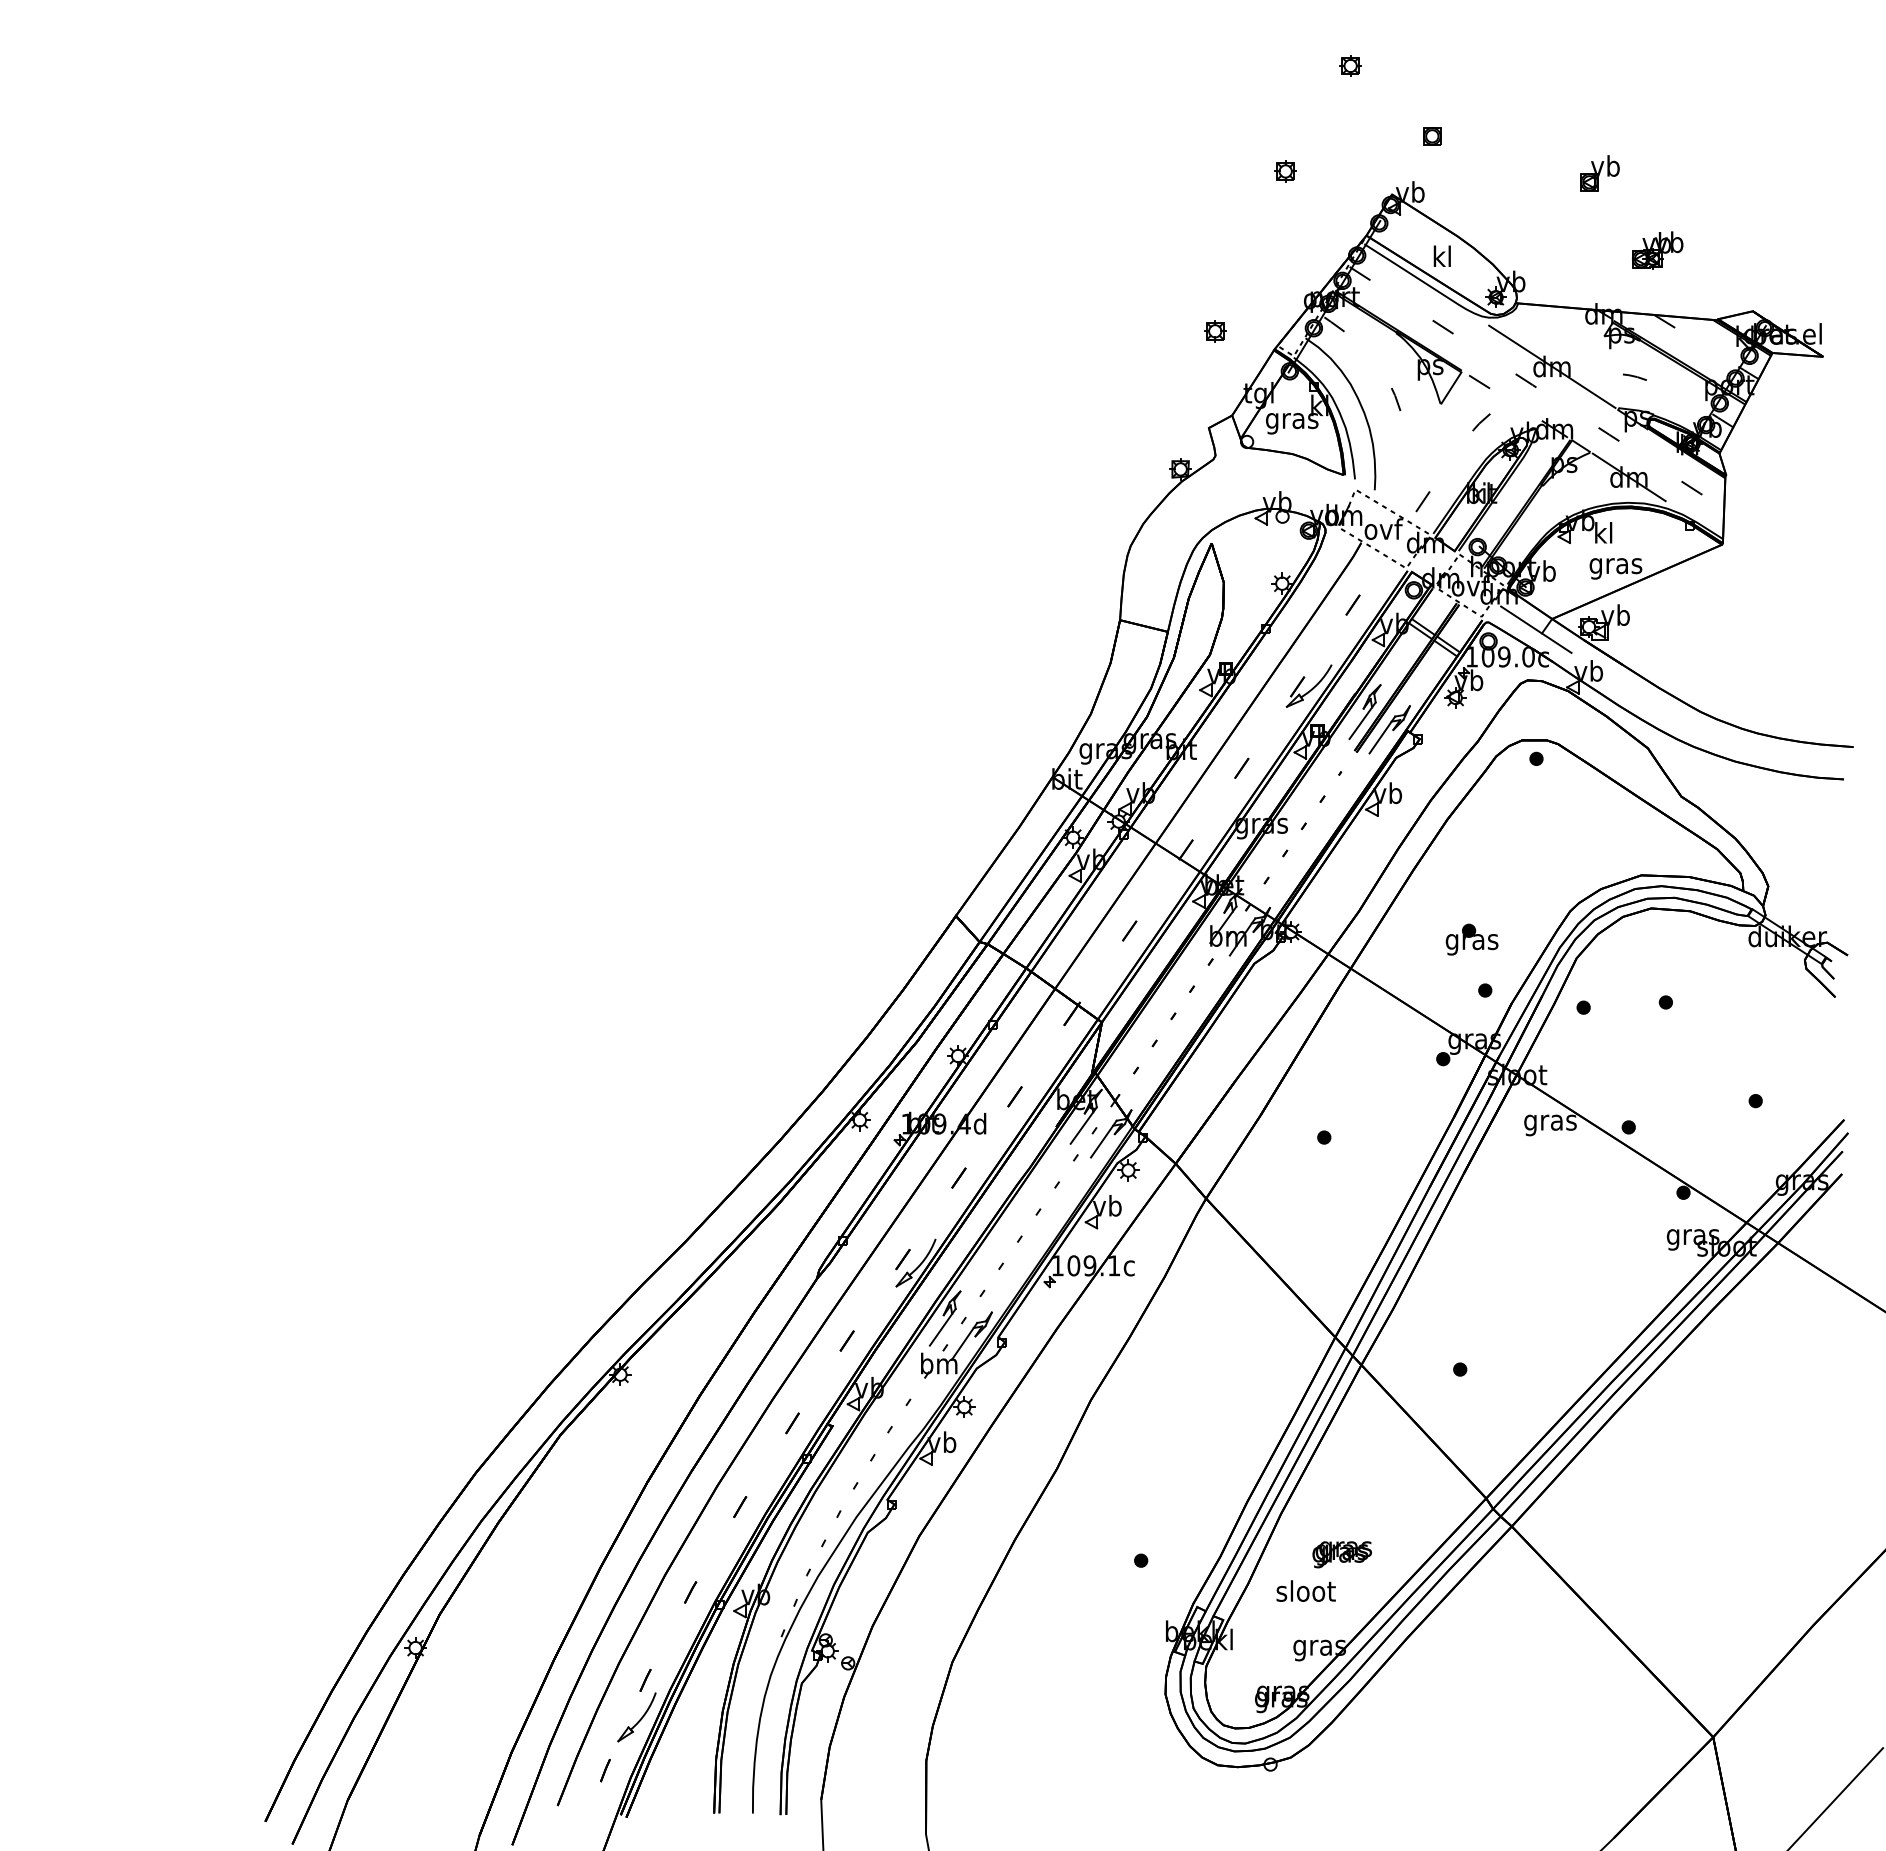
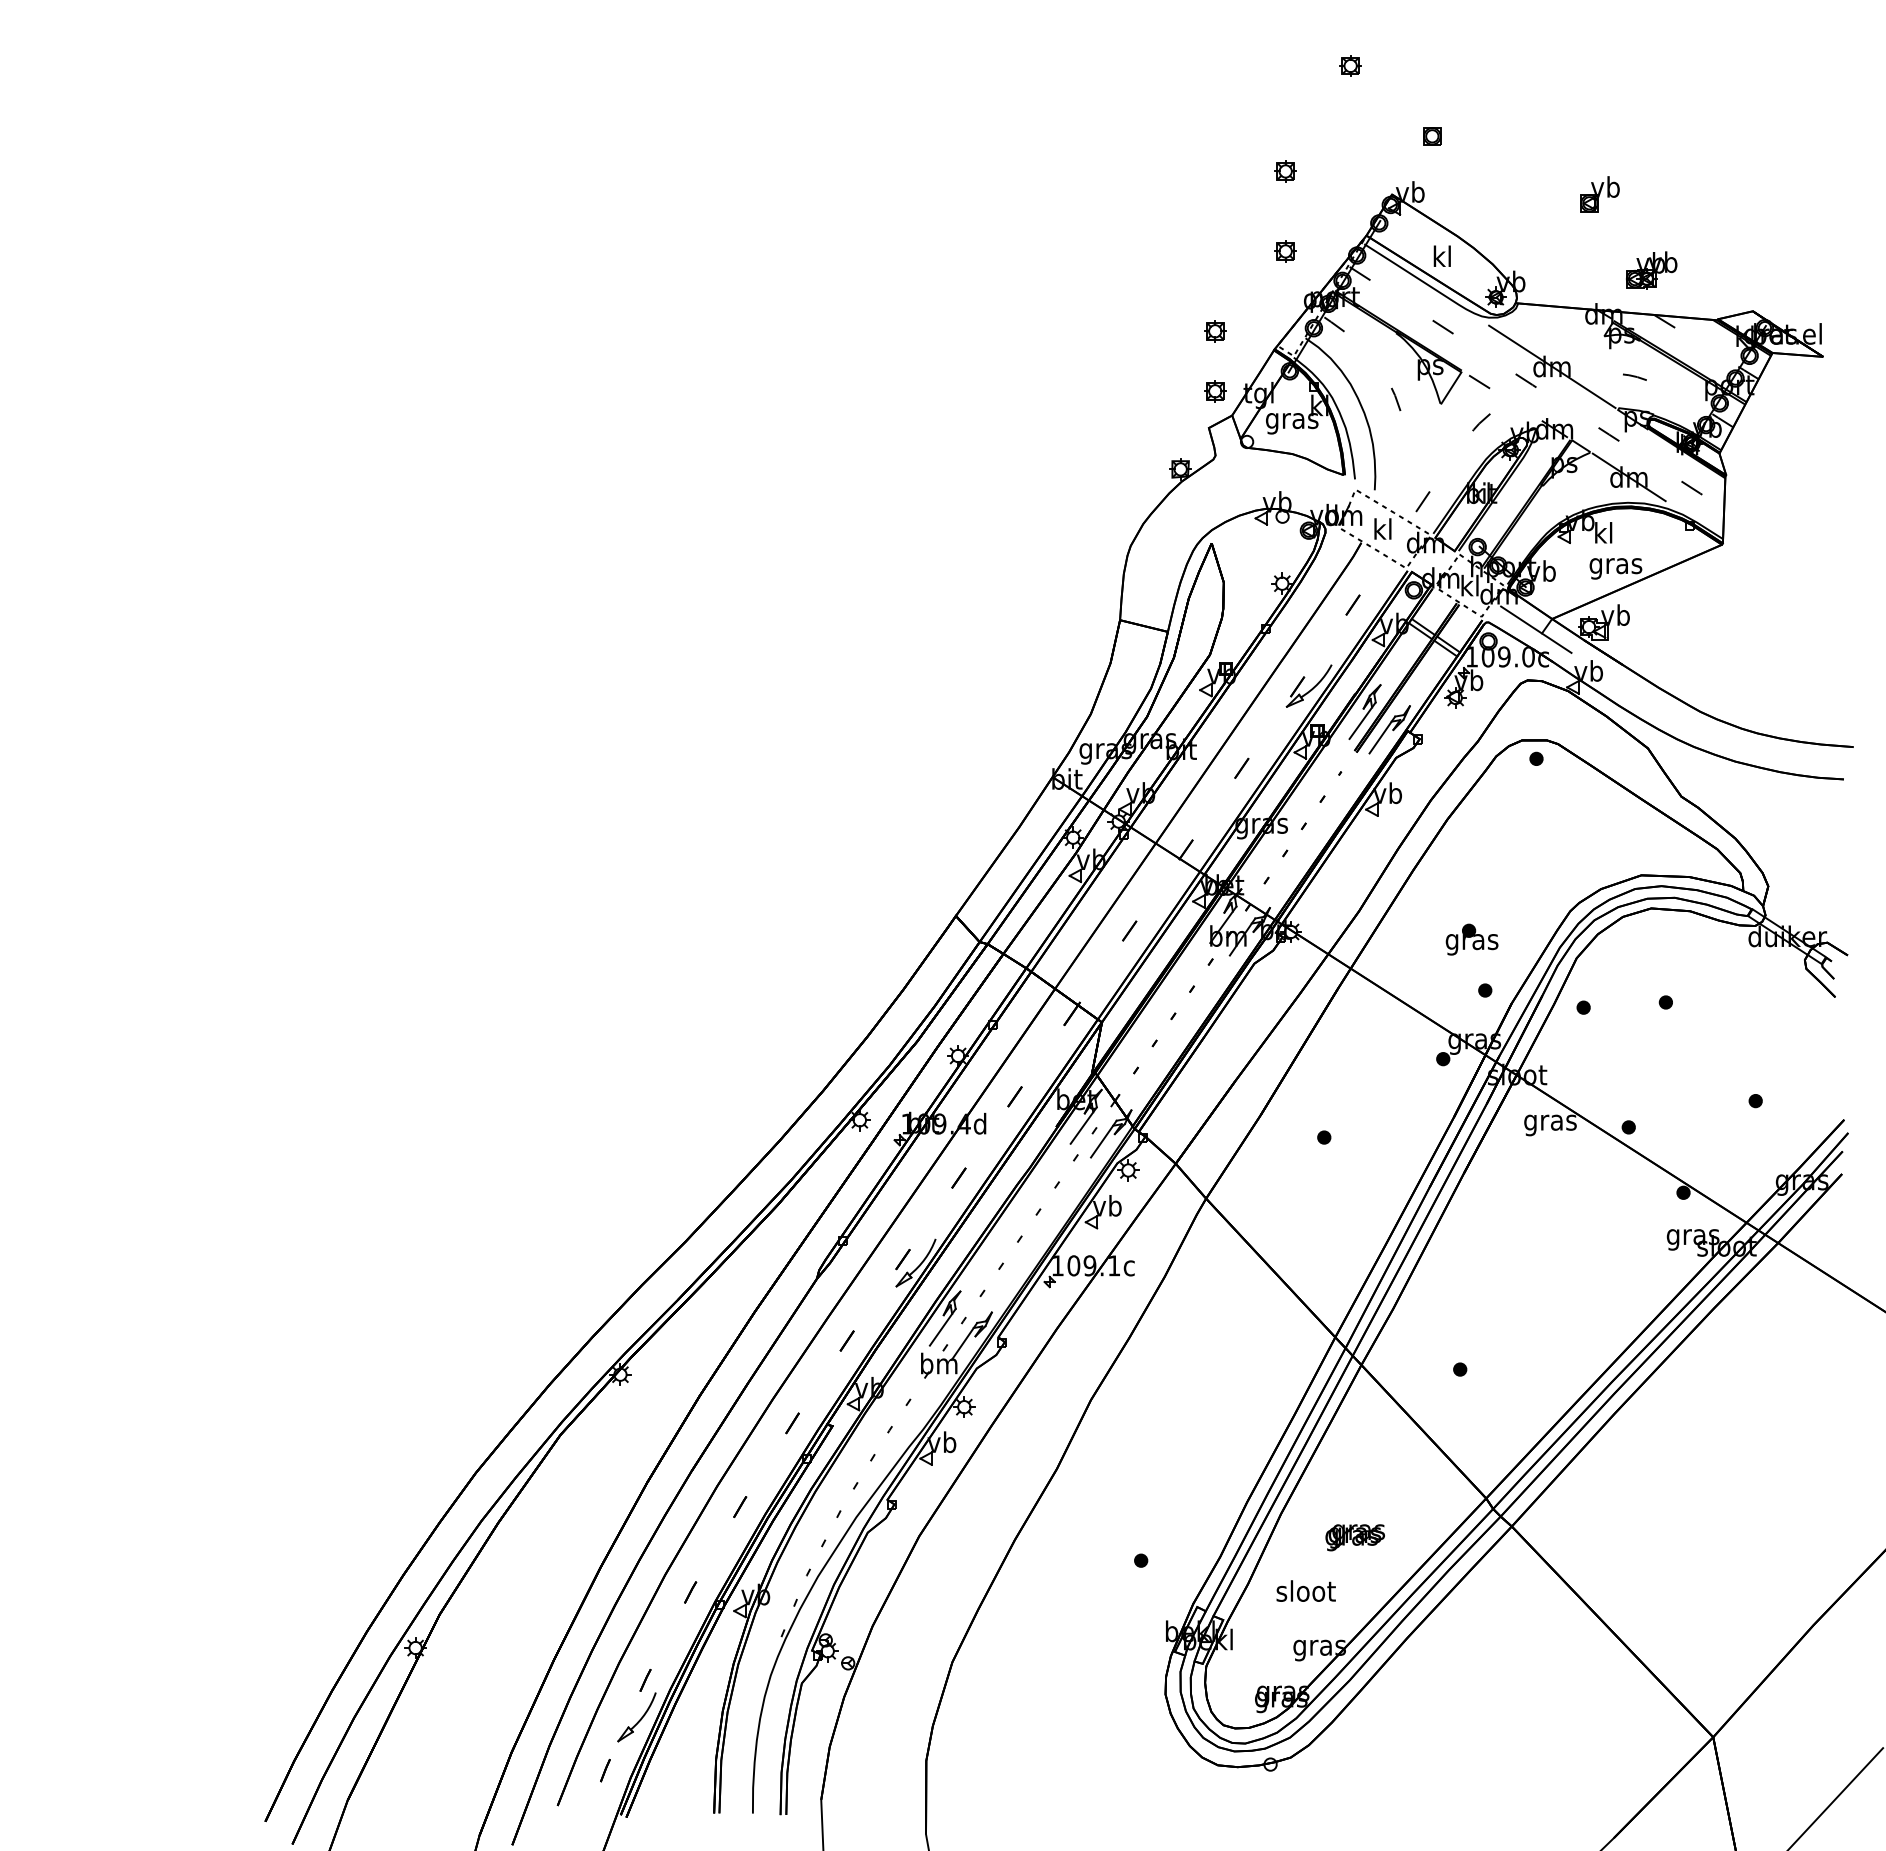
part at (1599, 173) position: (1599, 173) -> (1599, 194)
part at (1657, 250) position: (1657, 250) -> (1651, 270)
part at (1285, 251): none -> present
part at (1215, 391): none -> present
text at (1383, 528): ovf -> kl
text at (1470, 585): ovf -> kl
text at (1341, 1554) position: (1341, 1554) -> (1354, 1537)
